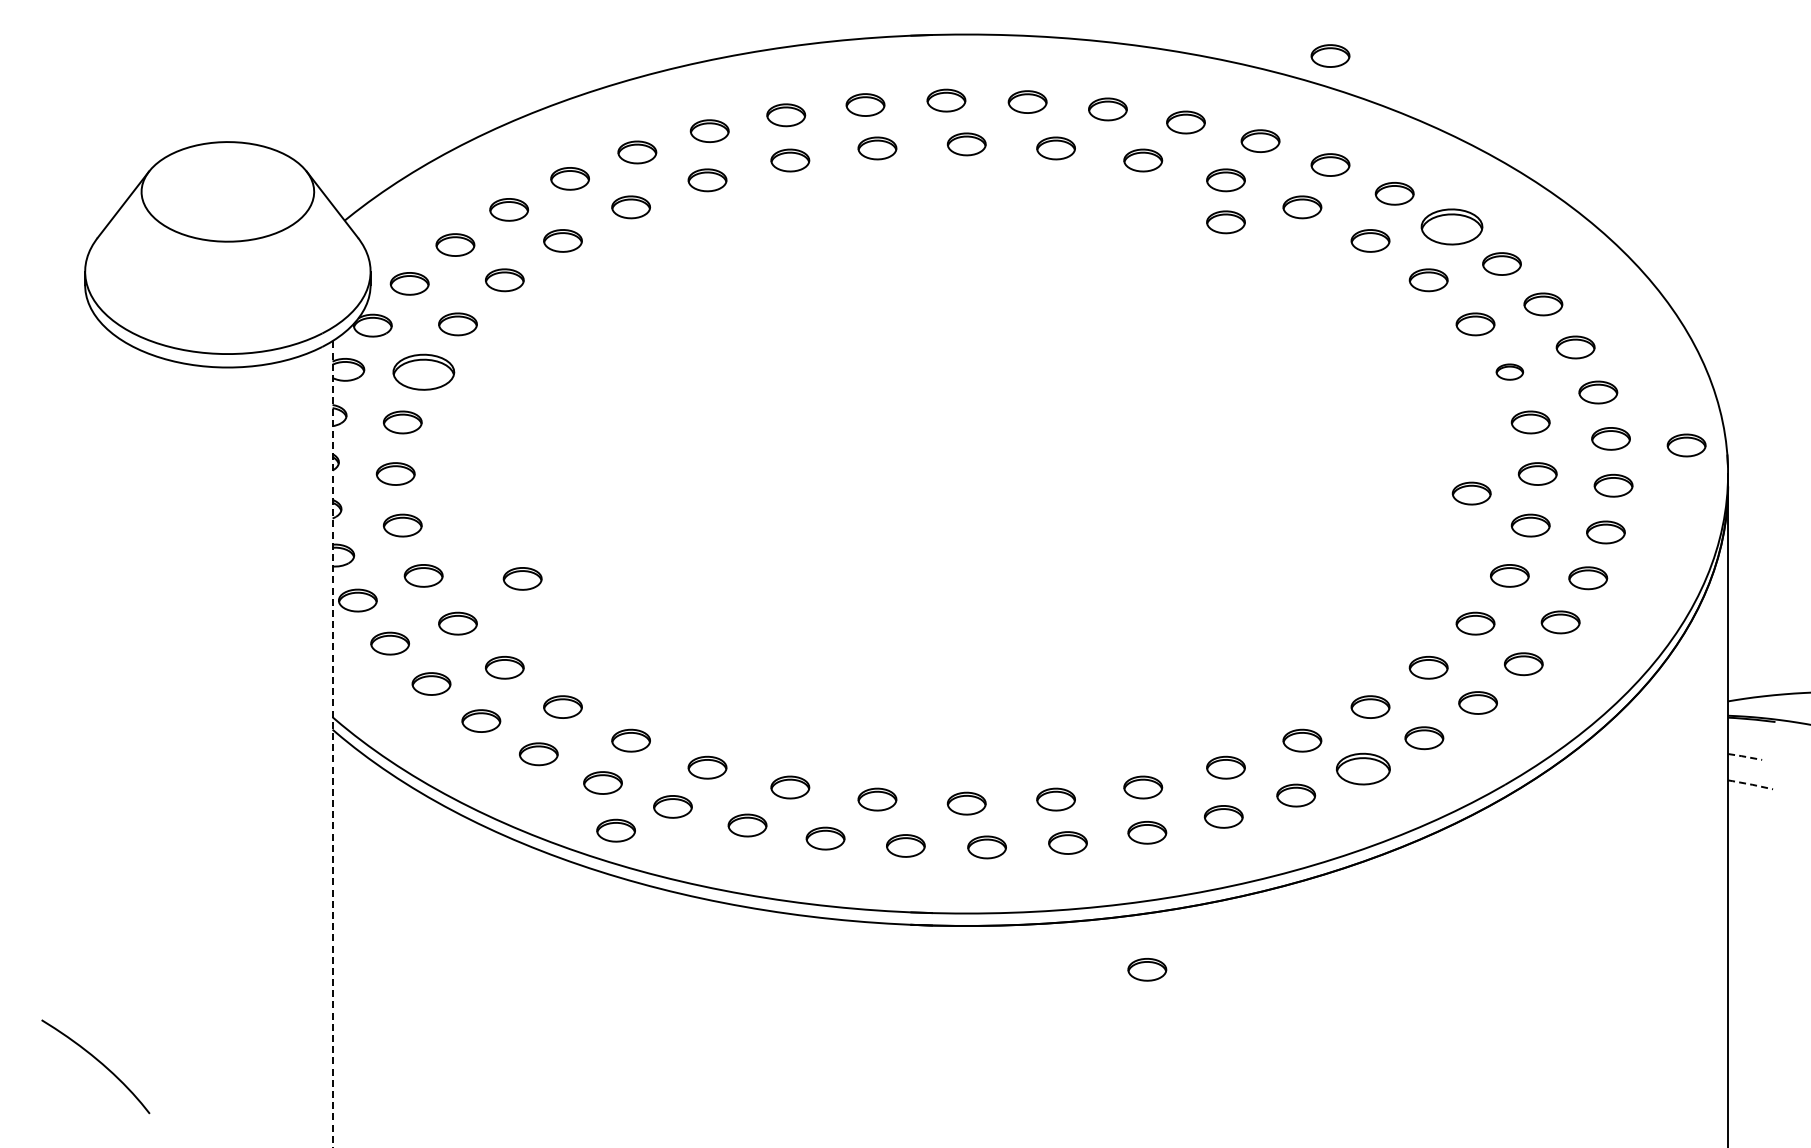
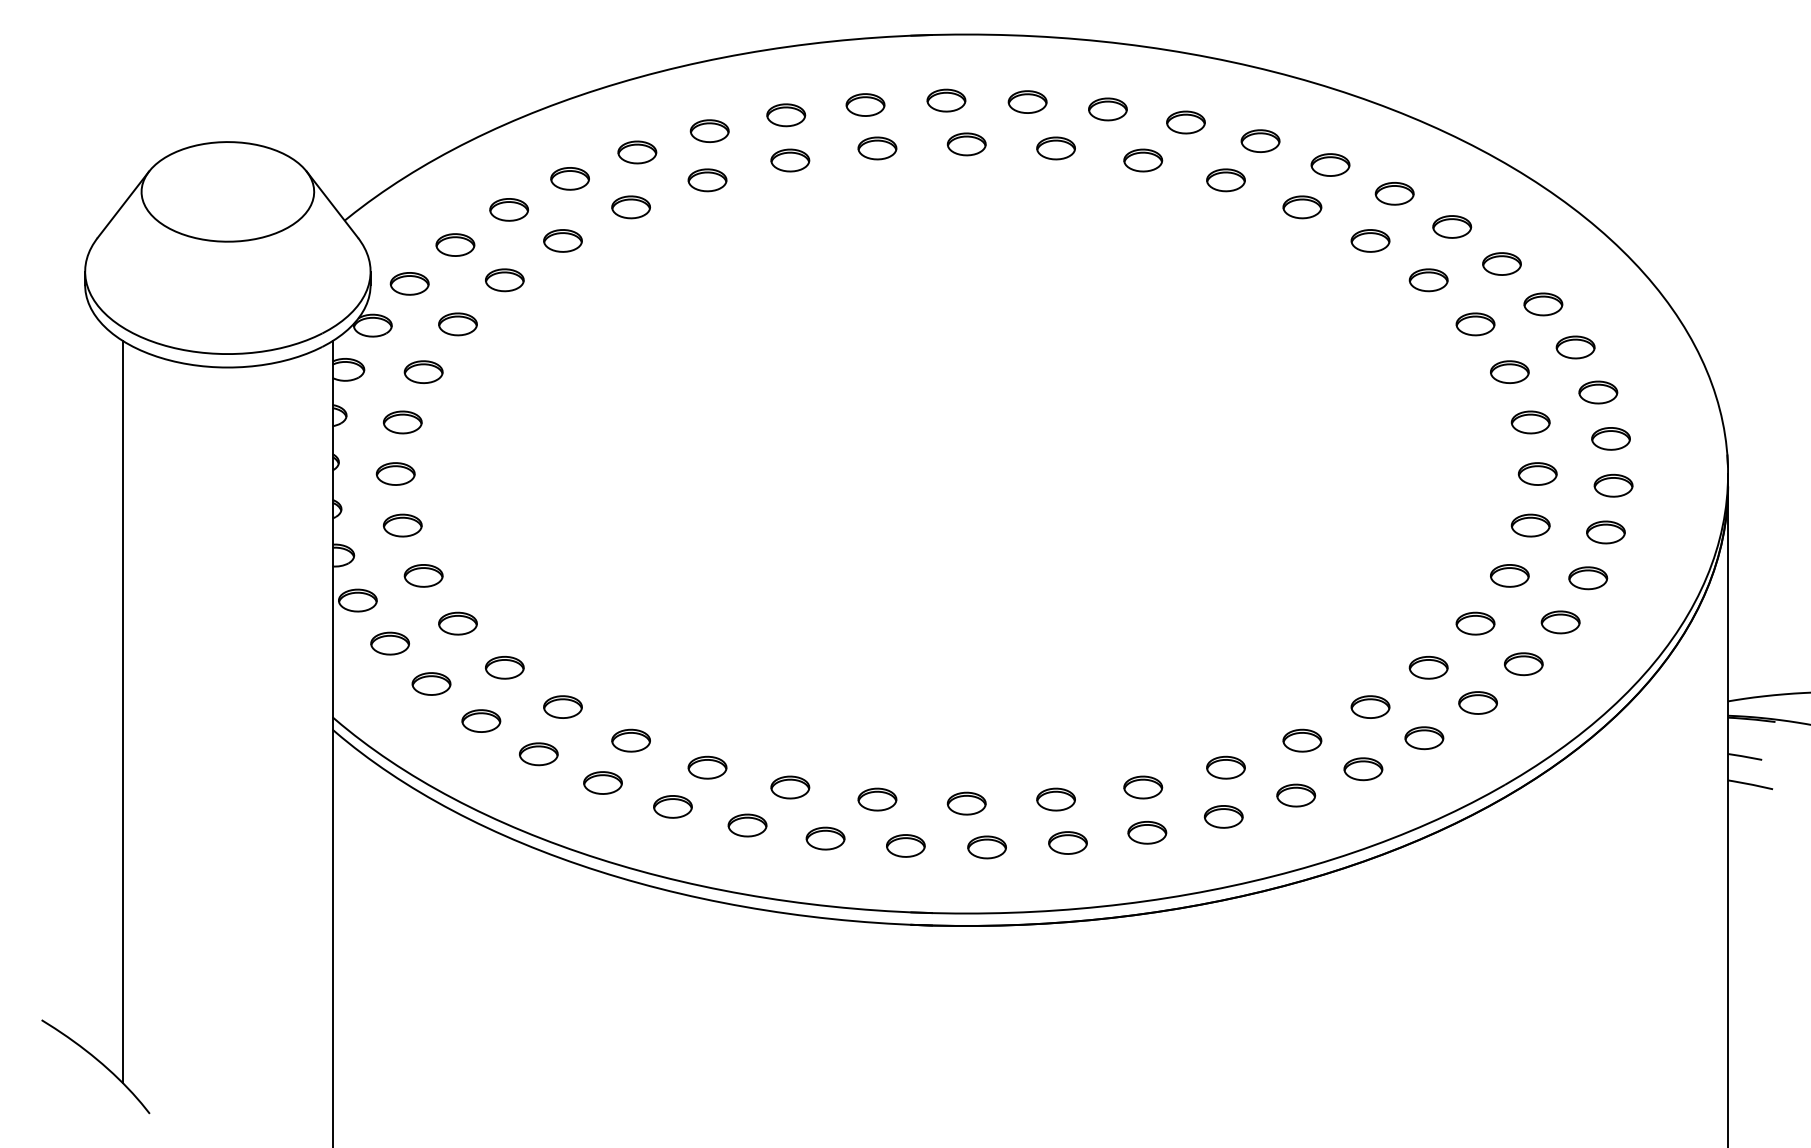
part at (1330, 55): present -> none
part at (1225, 222): present -> none
part at (1451, 226) size: 64x38 px -> 41x24 px
part at (423, 371) size: 64x38 px -> 41x24 px
part at (1509, 371) size: 30x18 px -> 40x24 px
part at (1686, 445): present -> none
part at (1471, 493): present -> none
part at (522, 578): present -> none
line at (123, 712): none -> present
line at (332, 744): dashed -> solid
line at (1744, 756): dashed -> solid
part at (1362, 768) size: 56x34 px -> 41x25 px
line at (1750, 784): dashed -> solid
part at (615, 830): present -> none
part at (1147, 969): present -> none
